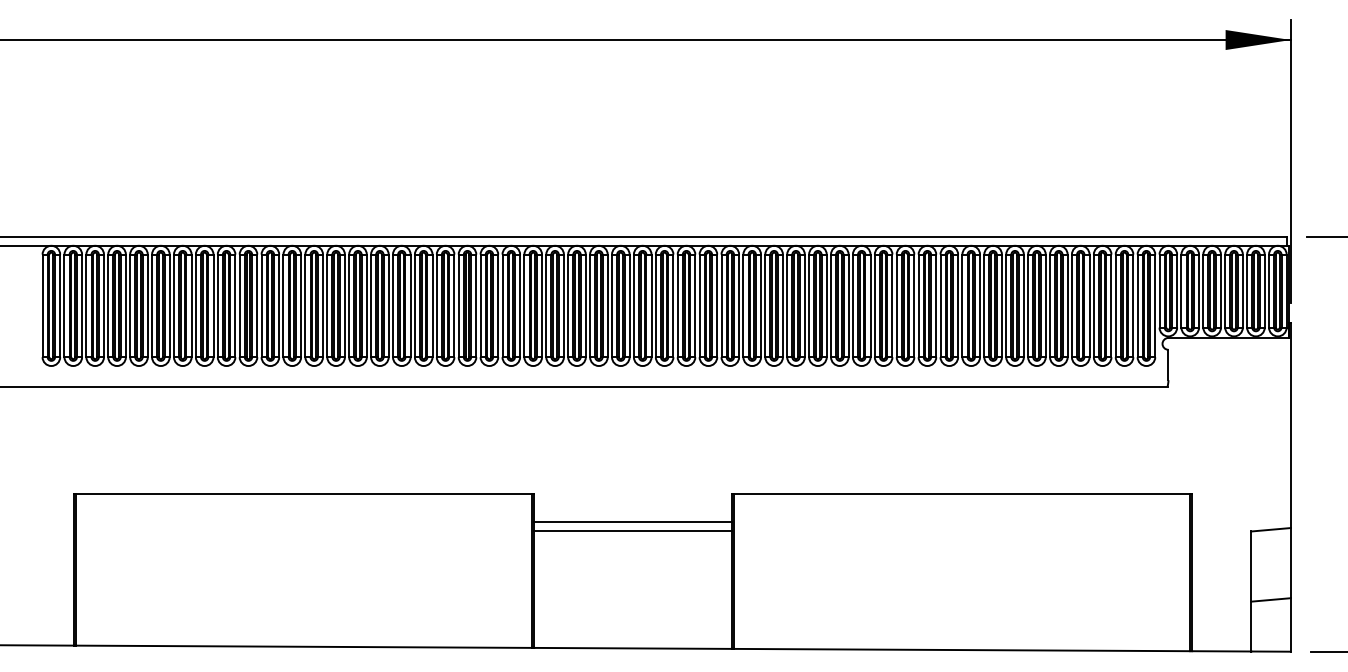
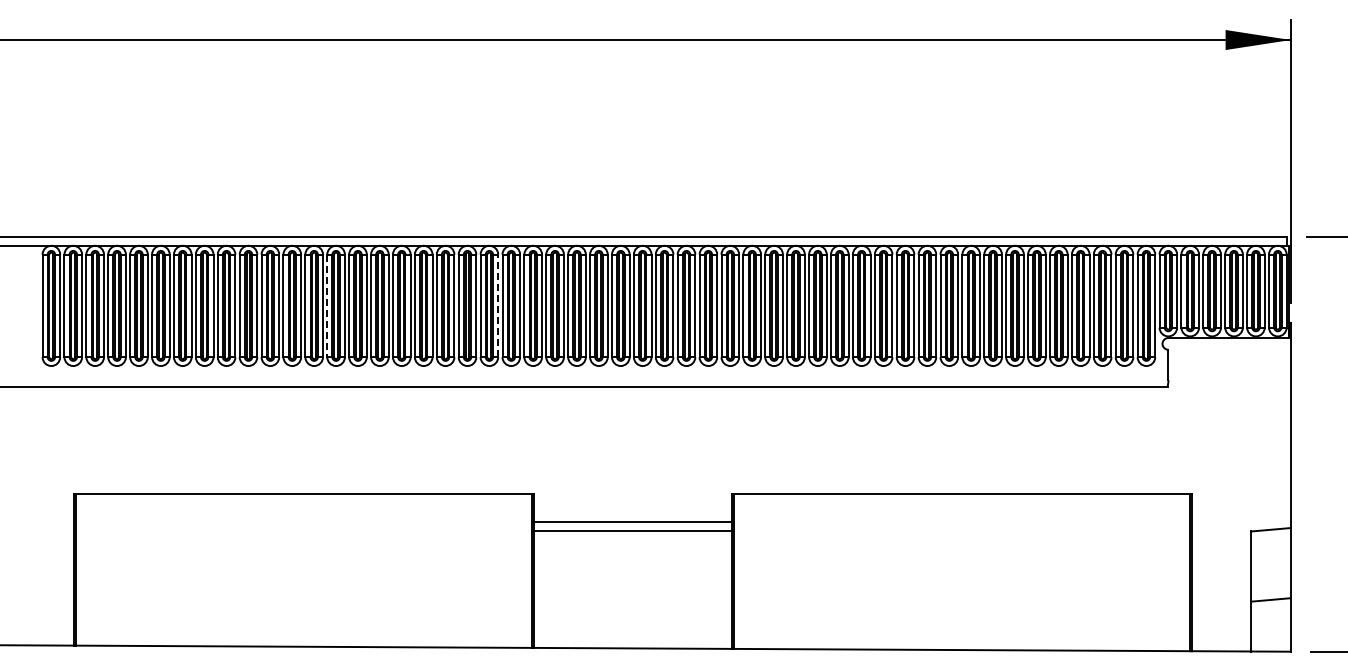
line at (498, 305): solid -> dashed
line at (327, 306): solid -> dashed
